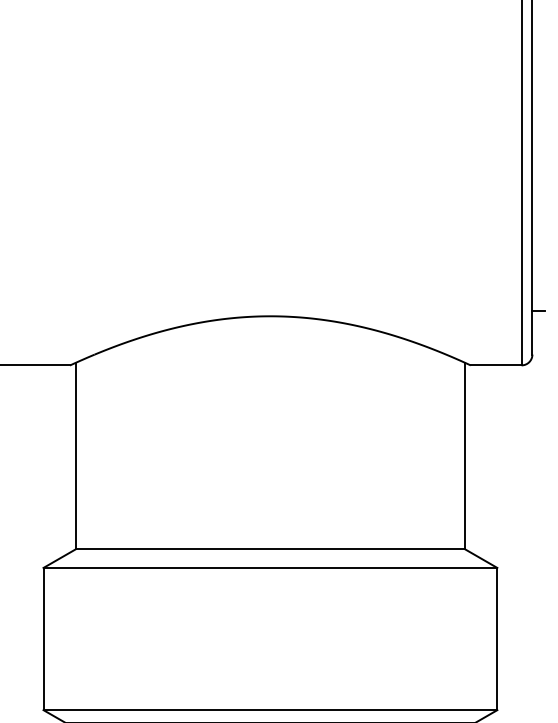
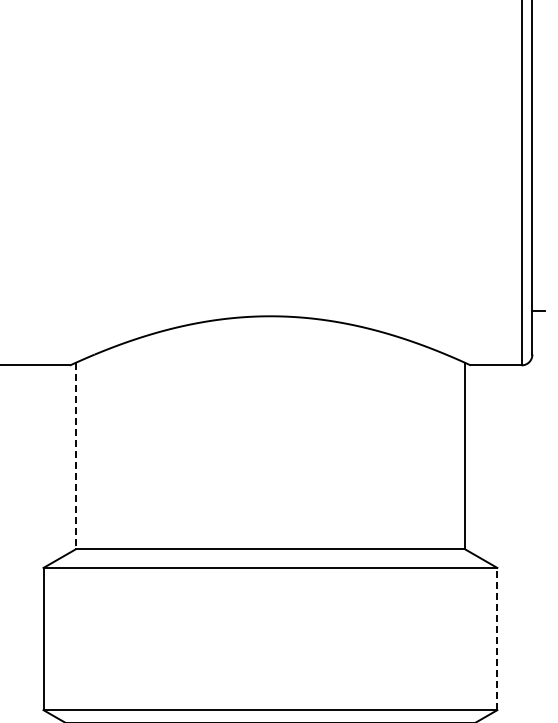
line at (75, 456): solid -> dashed
line at (497, 638): solid -> dashed
